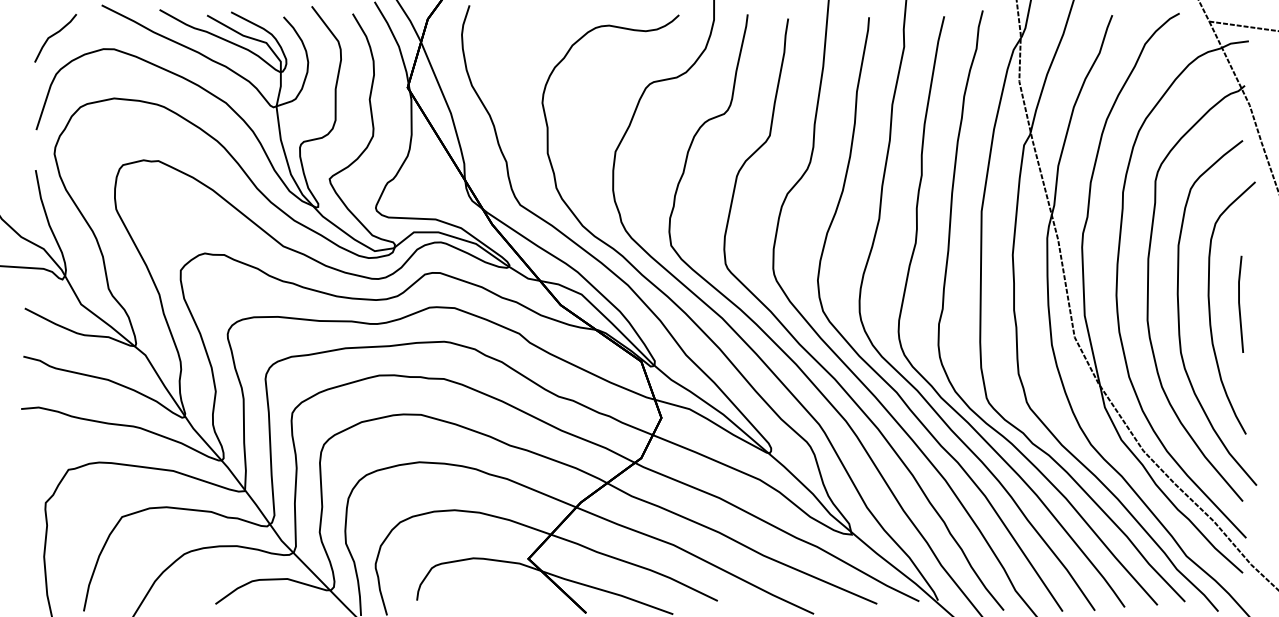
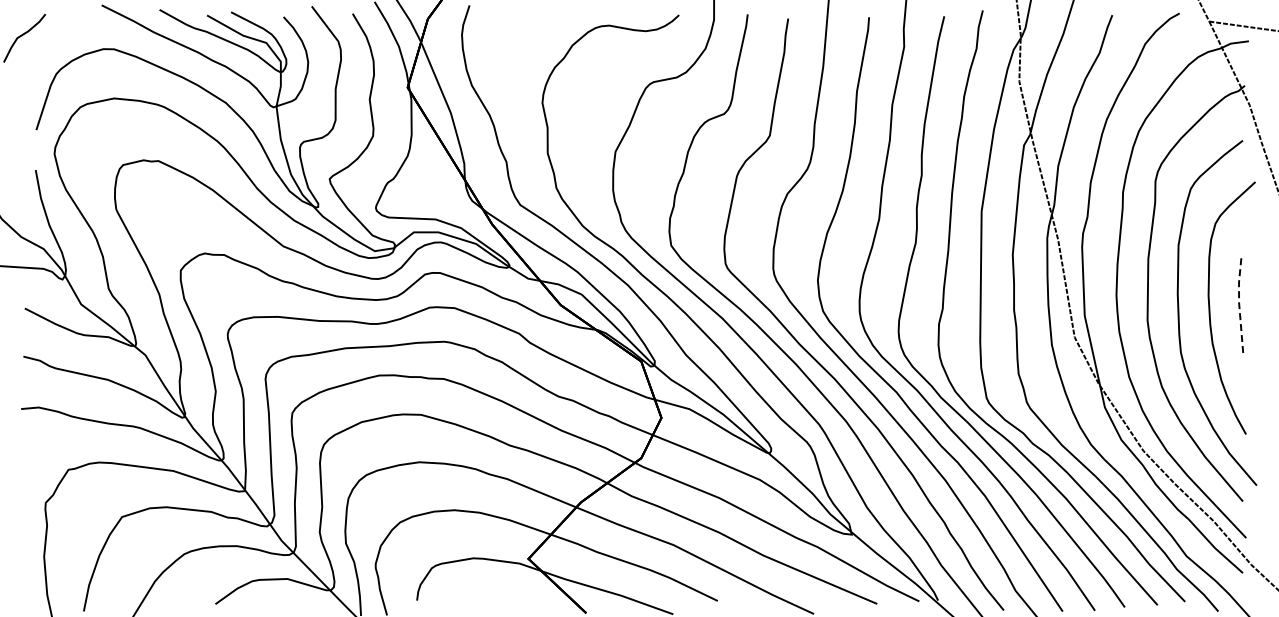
curve at (53, 36) position: (53, 36) -> (22, 36)
line at (1239, 302): solid -> dashed
